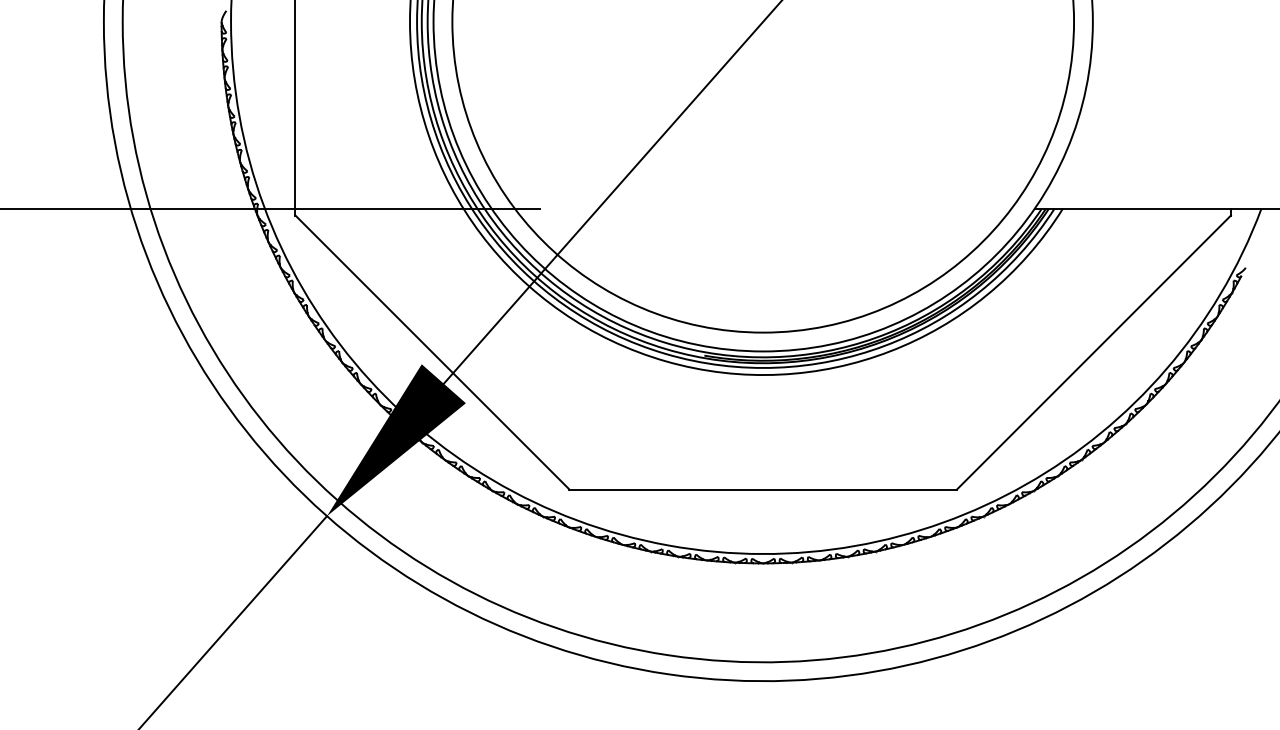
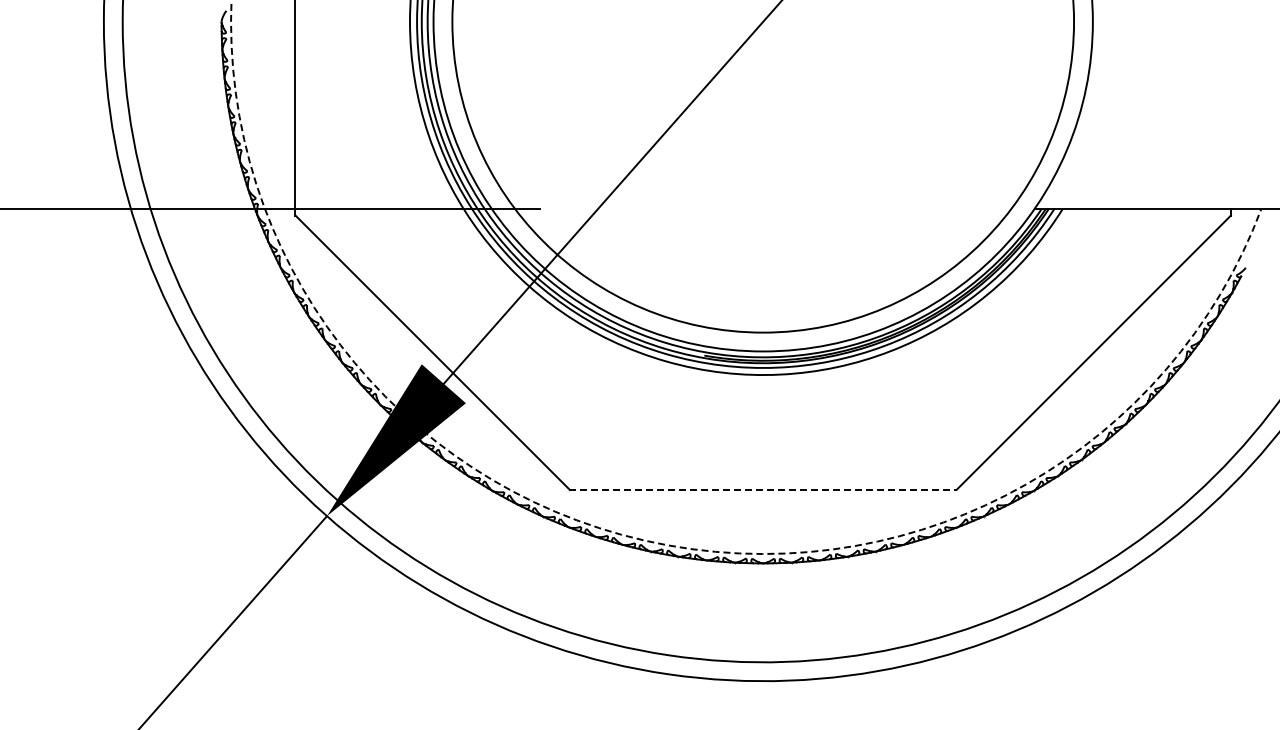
line at (763, 489): solid -> dashed
arc at (658, 543): solid -> dashed
